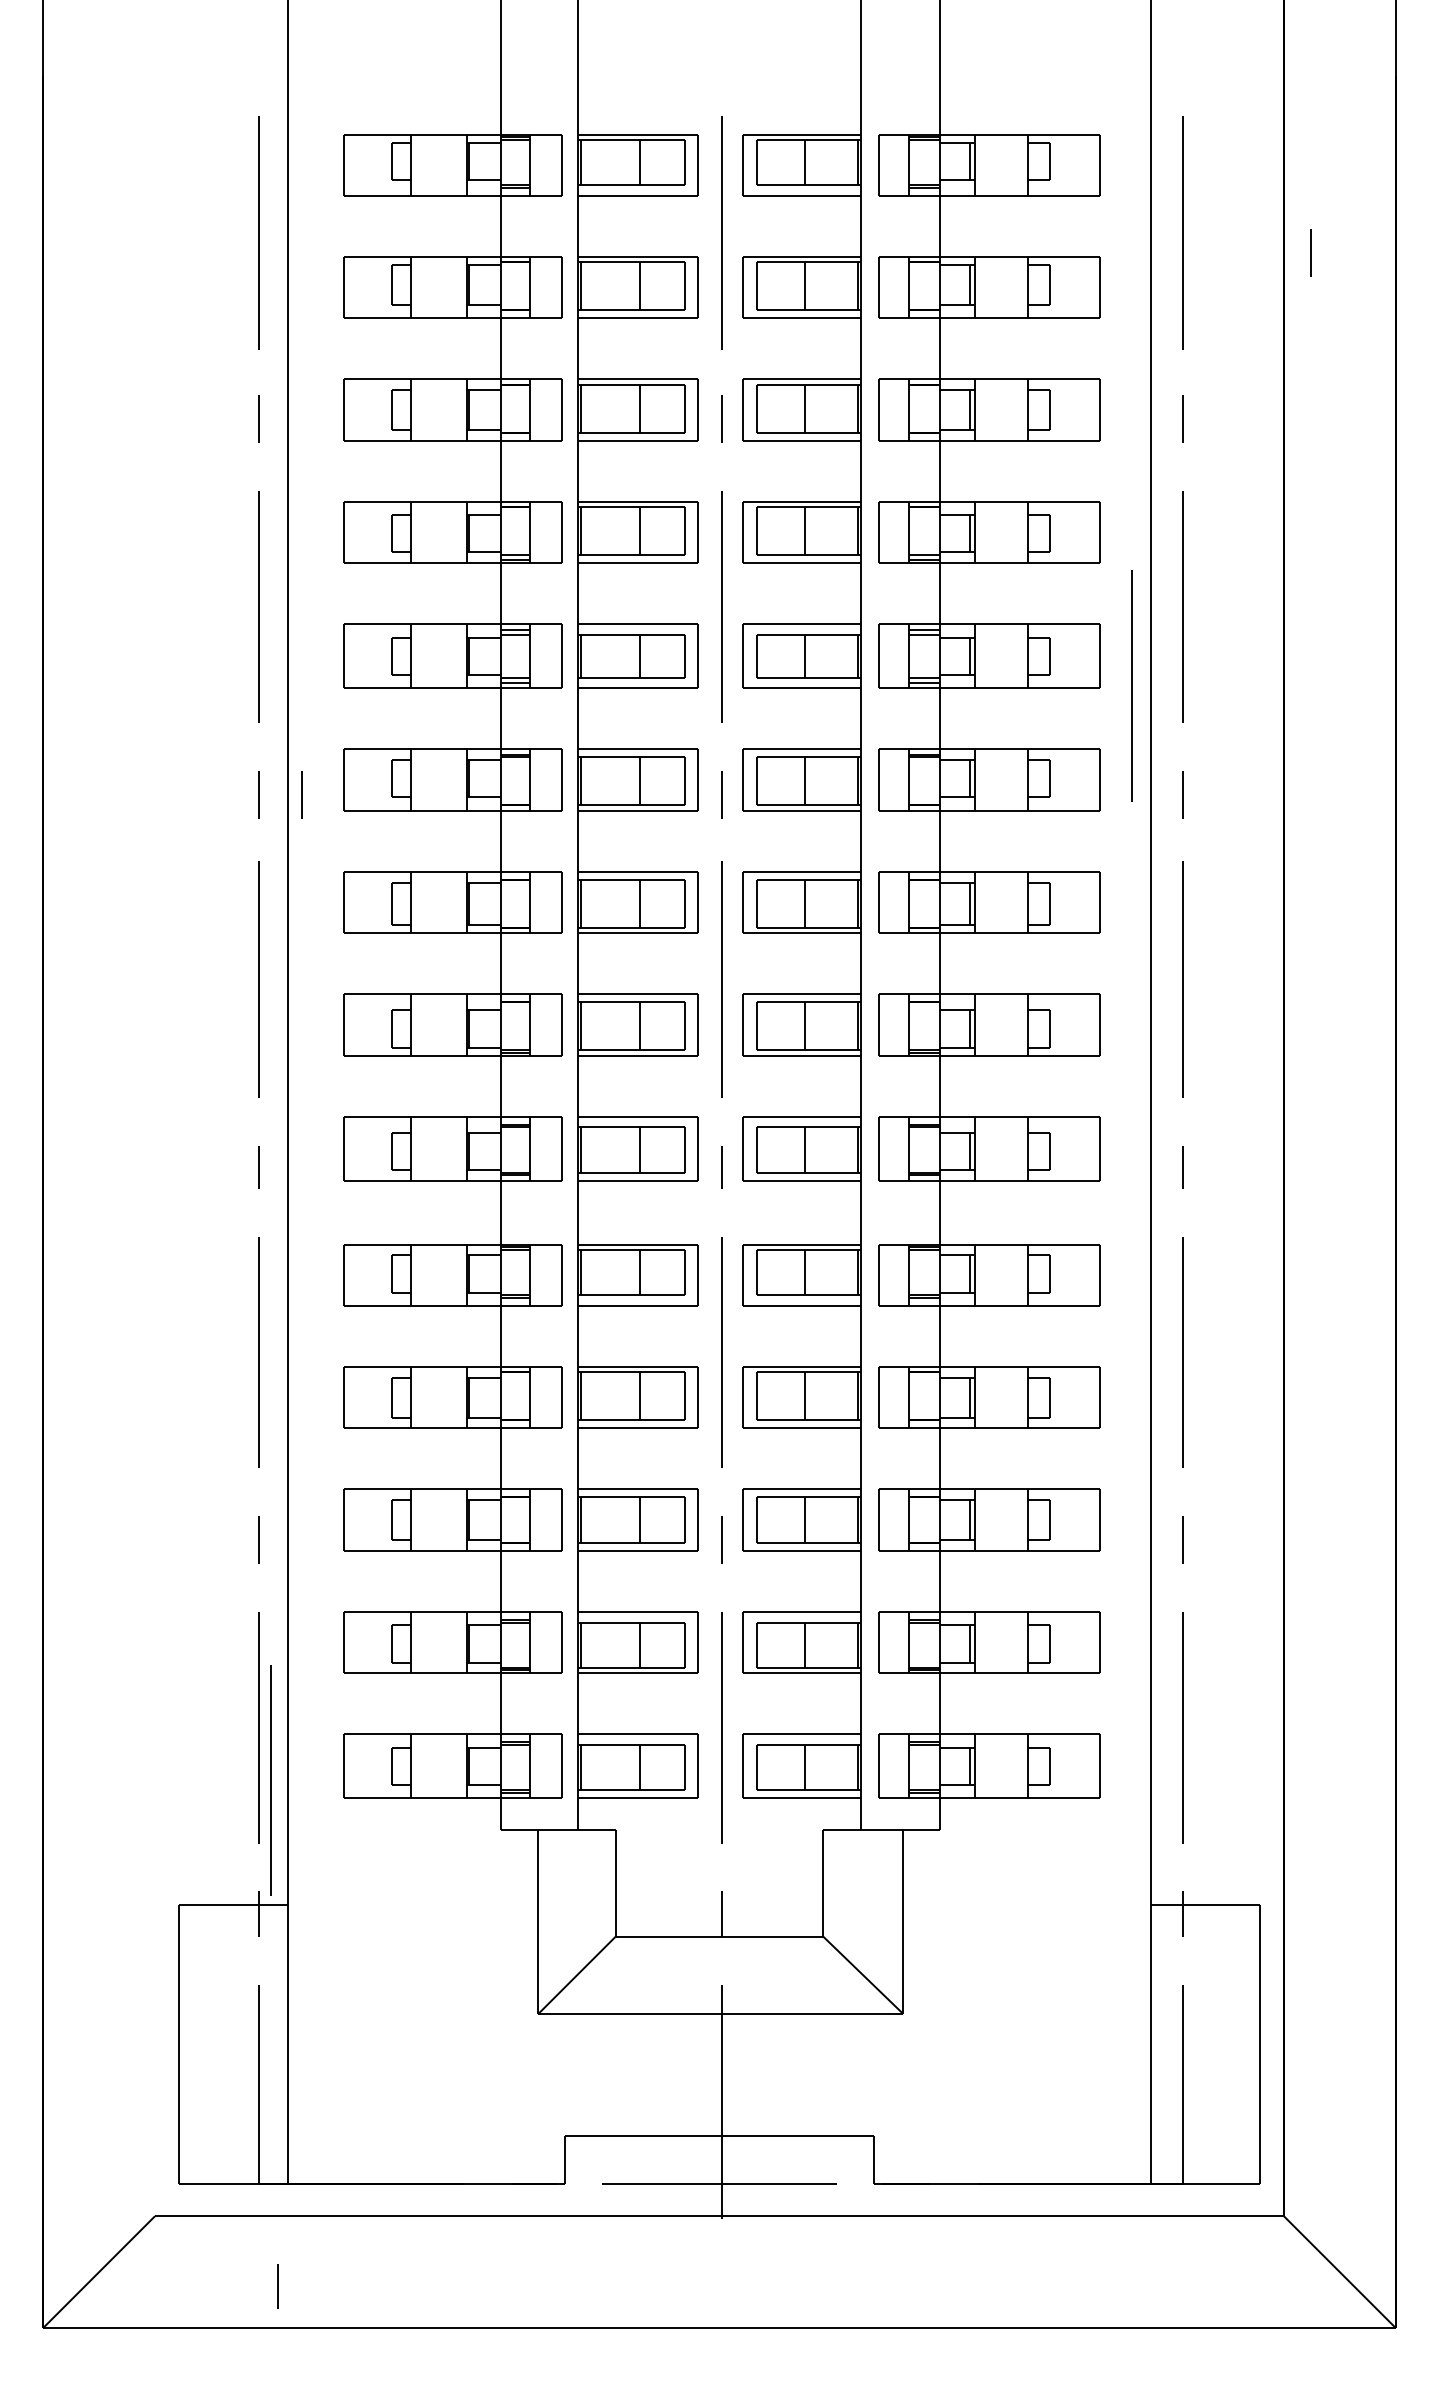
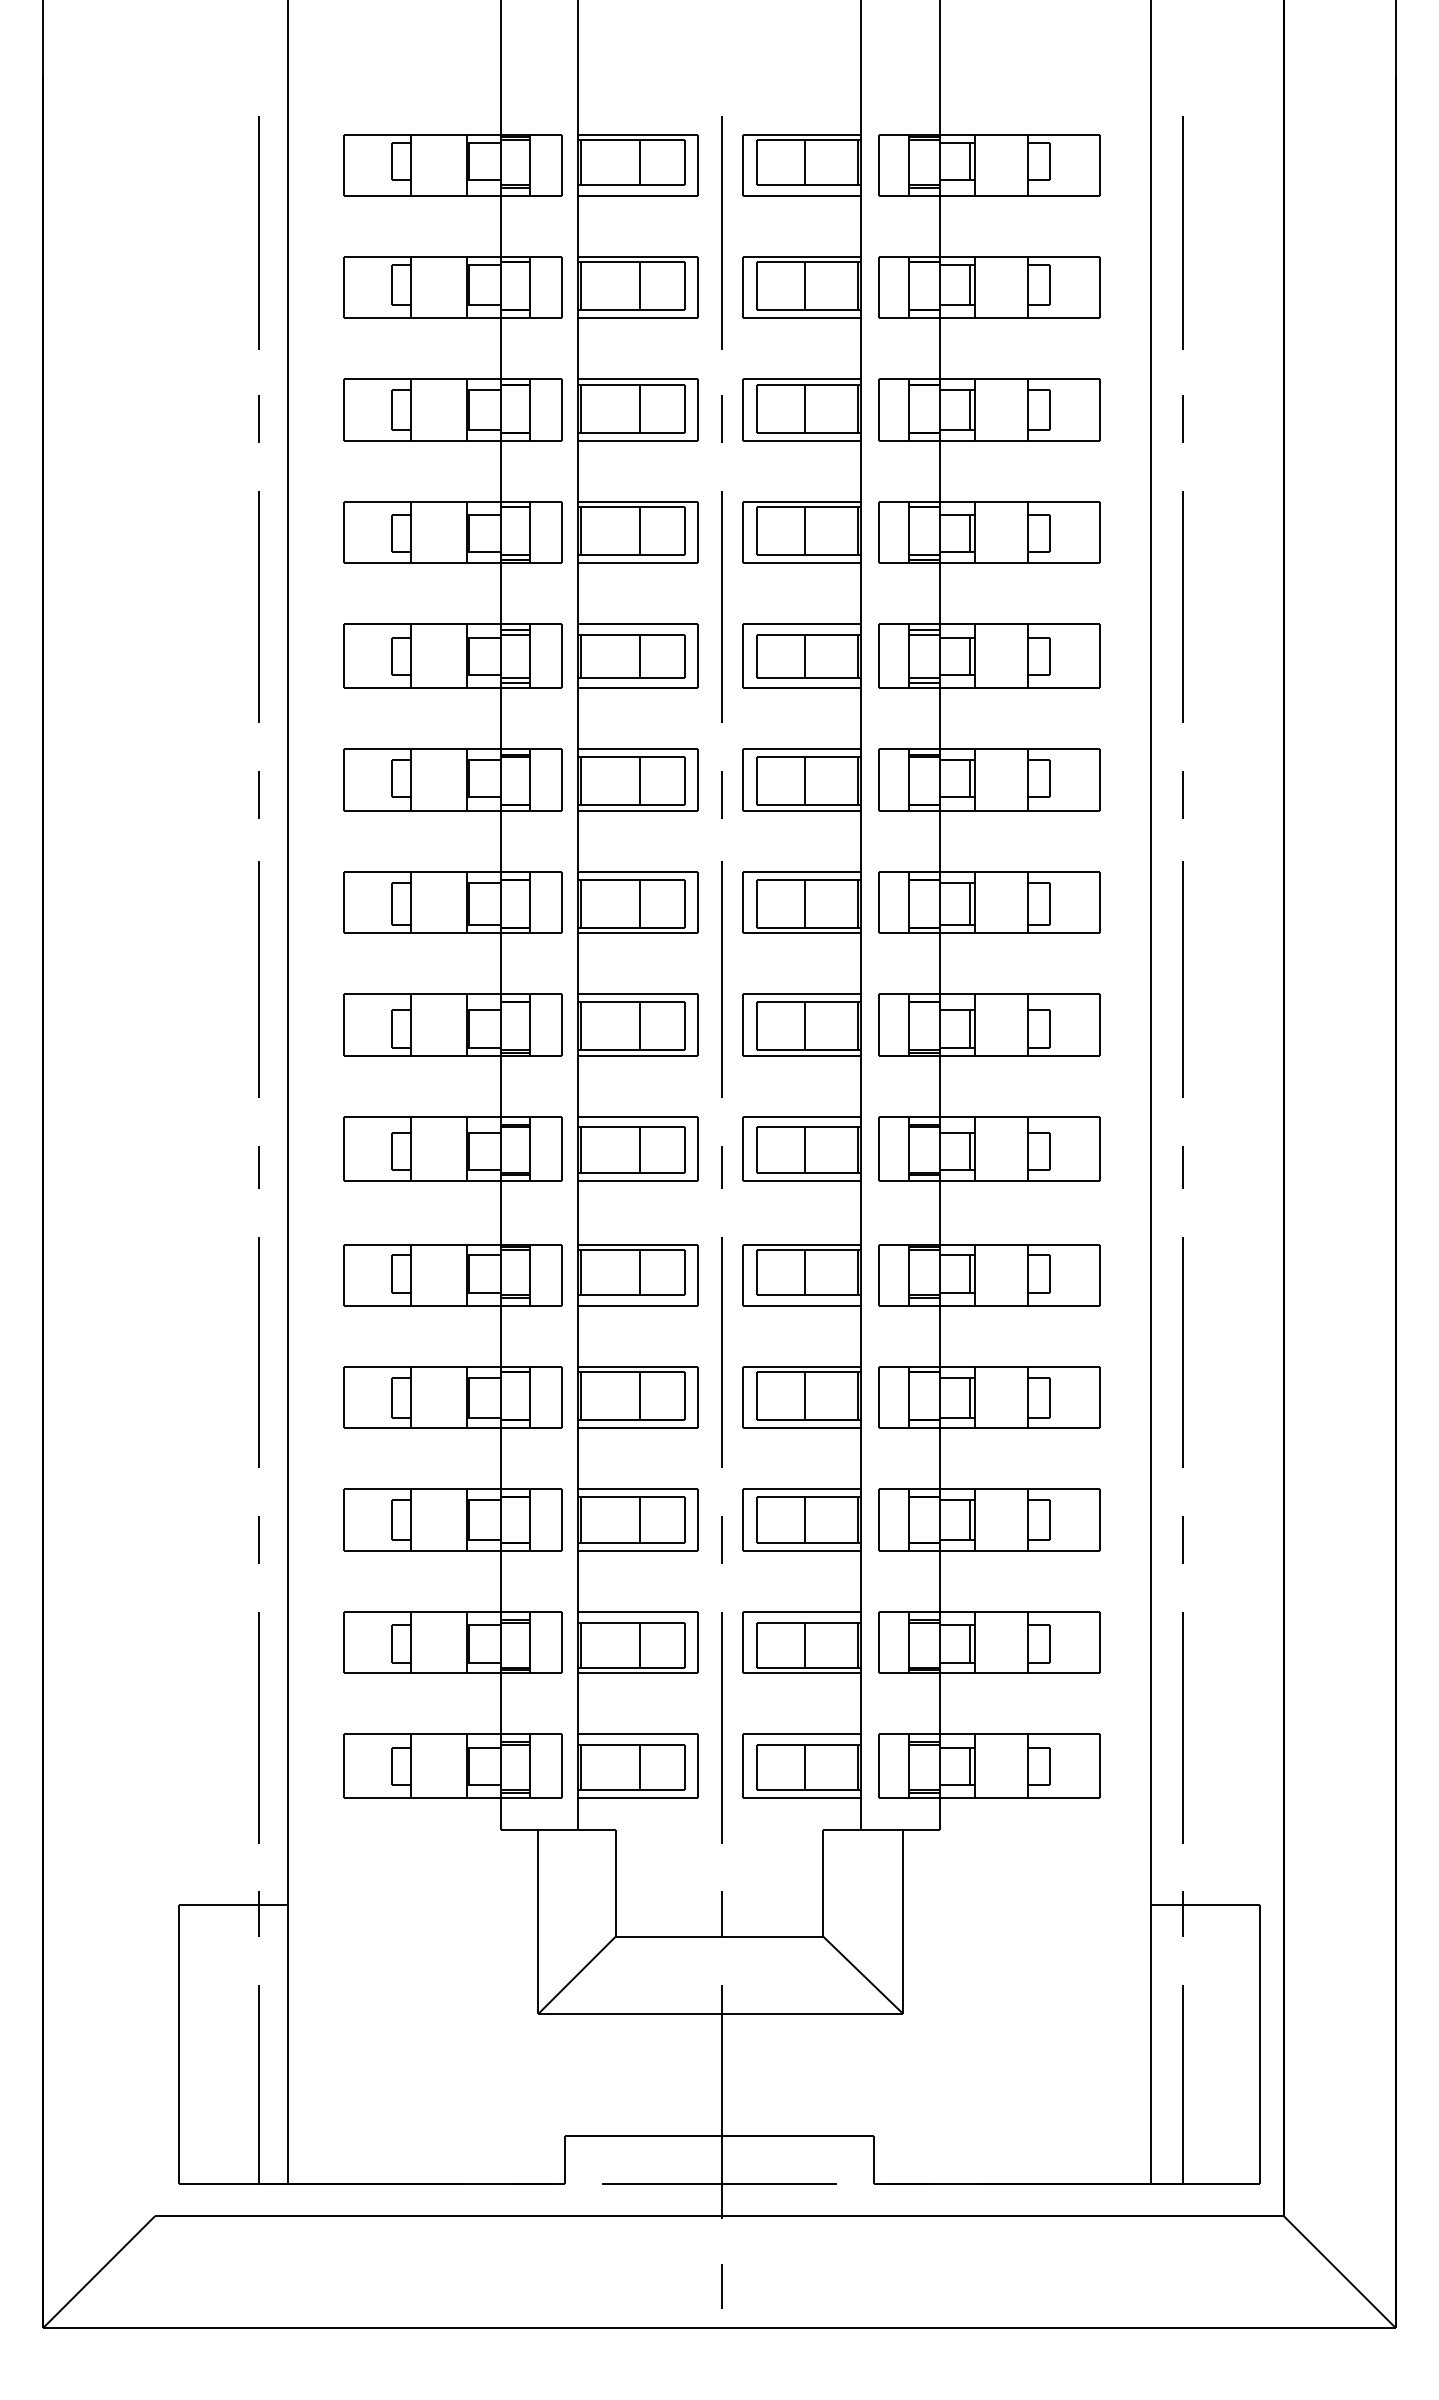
line at (1310, 252): present -> none
line at (1131, 685): present -> none
line at (301, 794): present -> none
line at (270, 1780): present -> none
line at (277, 2286) position: (277, 2286) -> (721, 2286)
